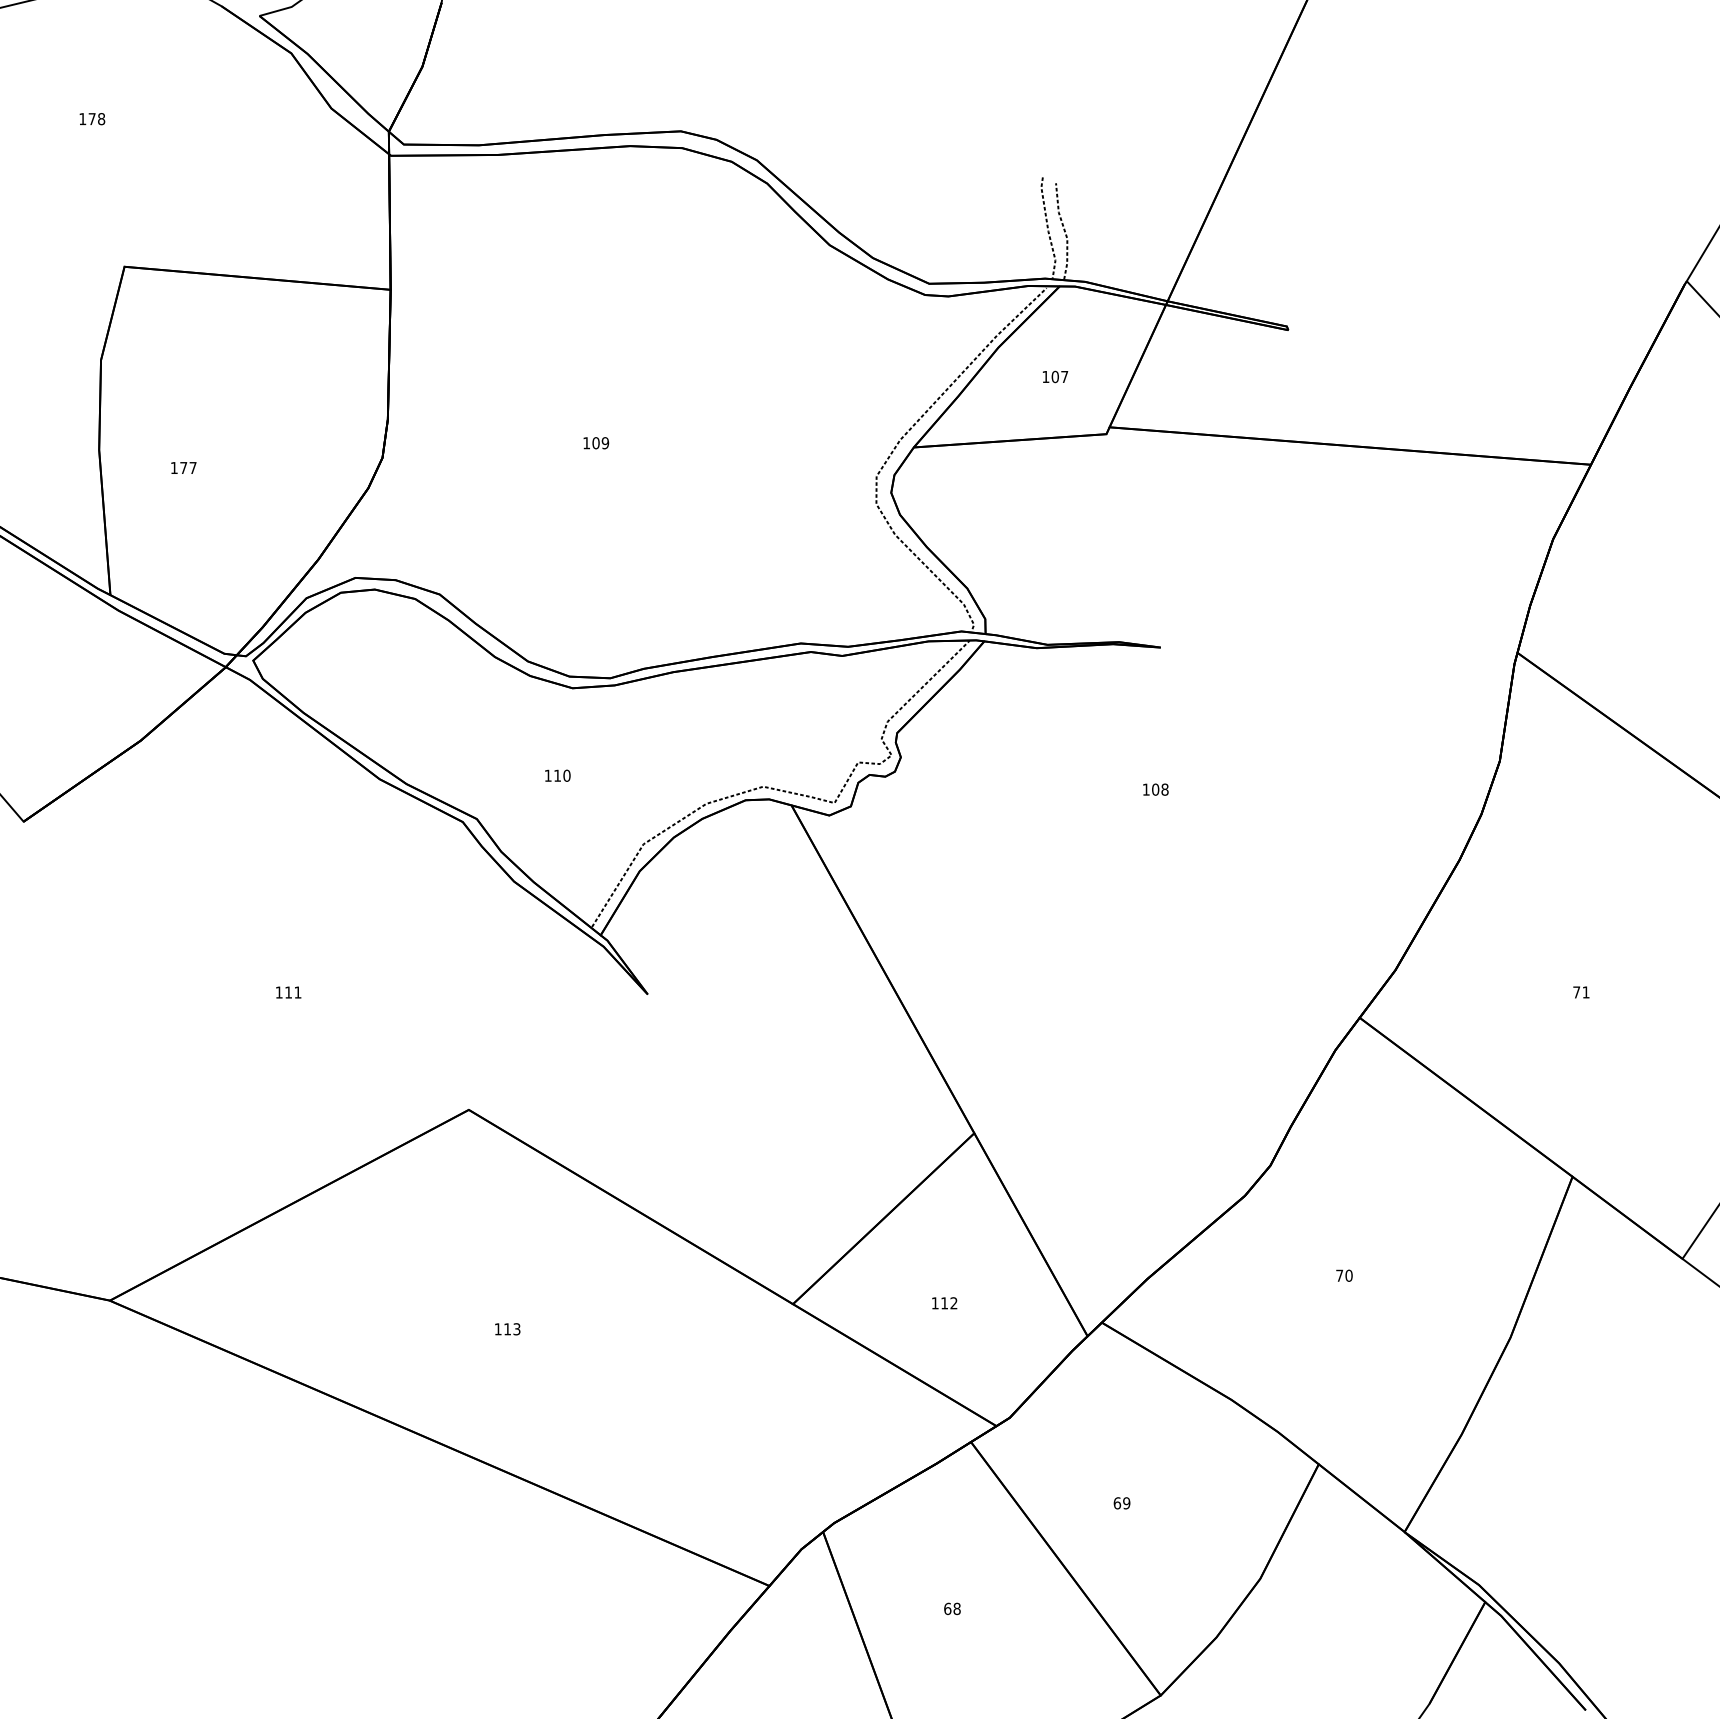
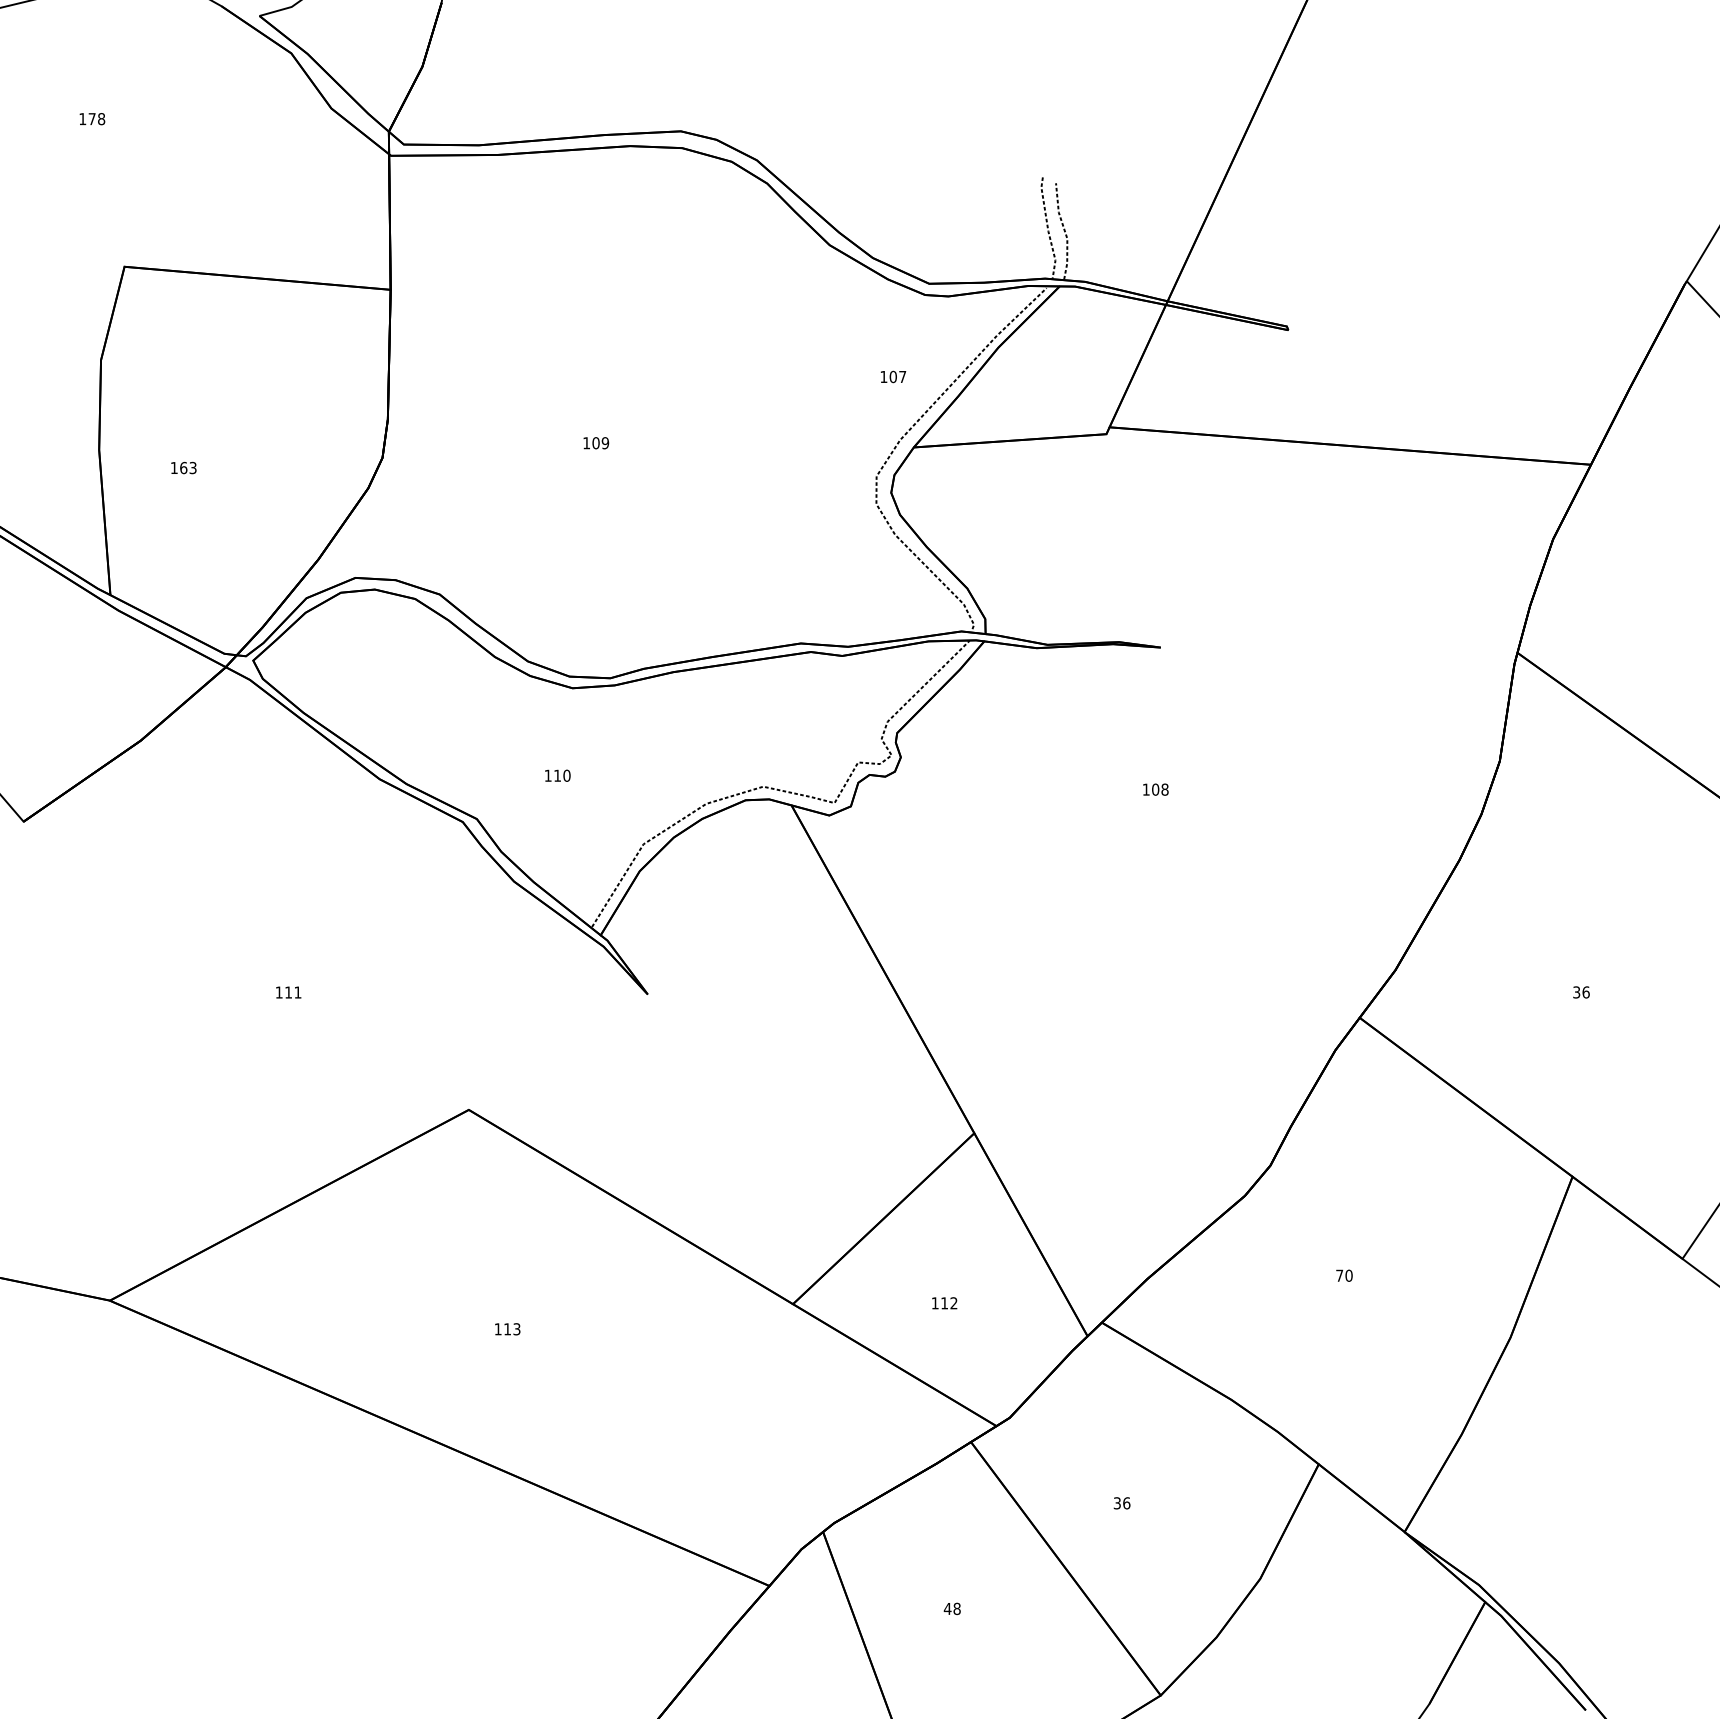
text at (1055, 376) position: (1055, 376) -> (893, 376)
text at (188, 467): 177 -> 163
text at (1581, 992): 71 -> 36
text at (1121, 1503): 69 -> 36
text at (947, 1608): 68 -> 48
